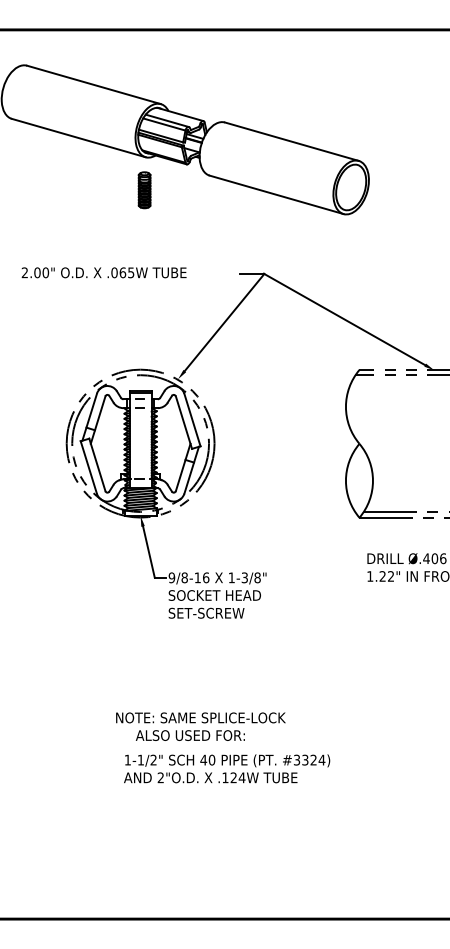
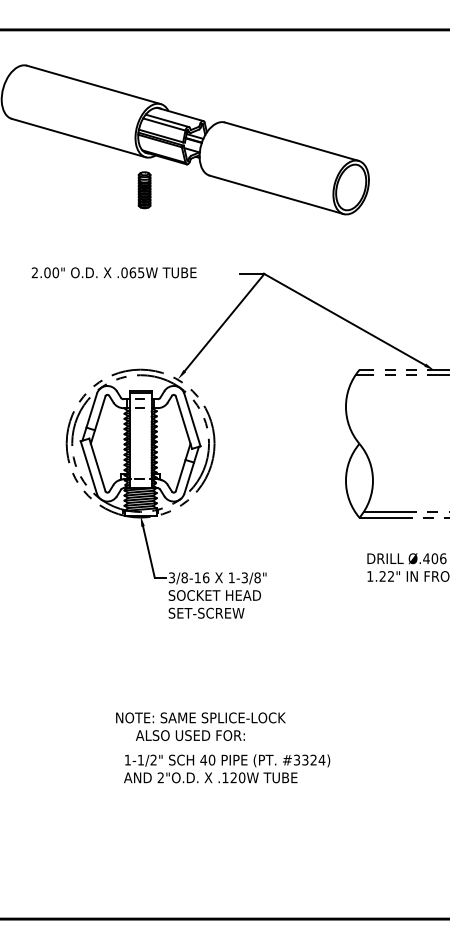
text at (103, 272) position: (103, 272) -> (113, 272)
text at (171, 577): 9/8-16 -> 3/8-16
text at (241, 777): .124W -> .120W
